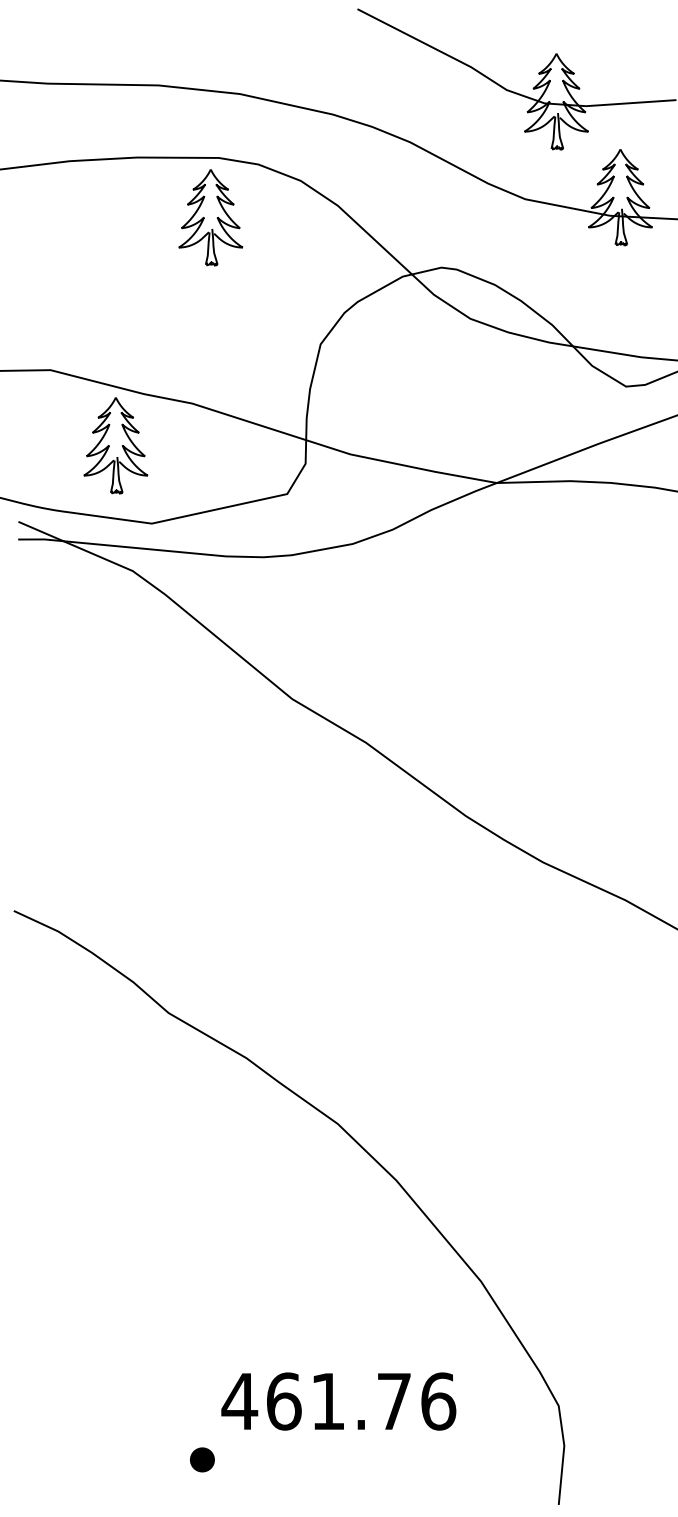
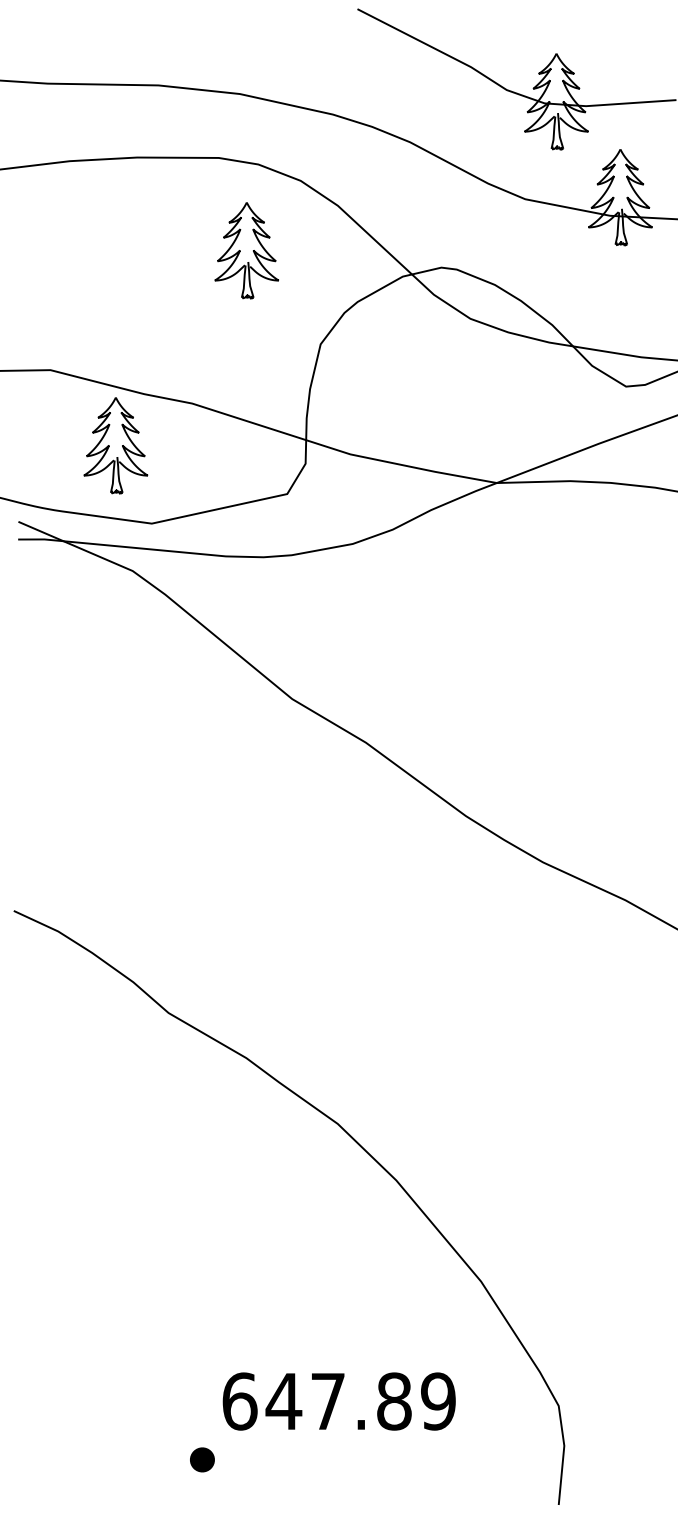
part at (210, 217) position: (210, 217) -> (246, 250)
text at (338, 1401): 461.76 -> 647.89
